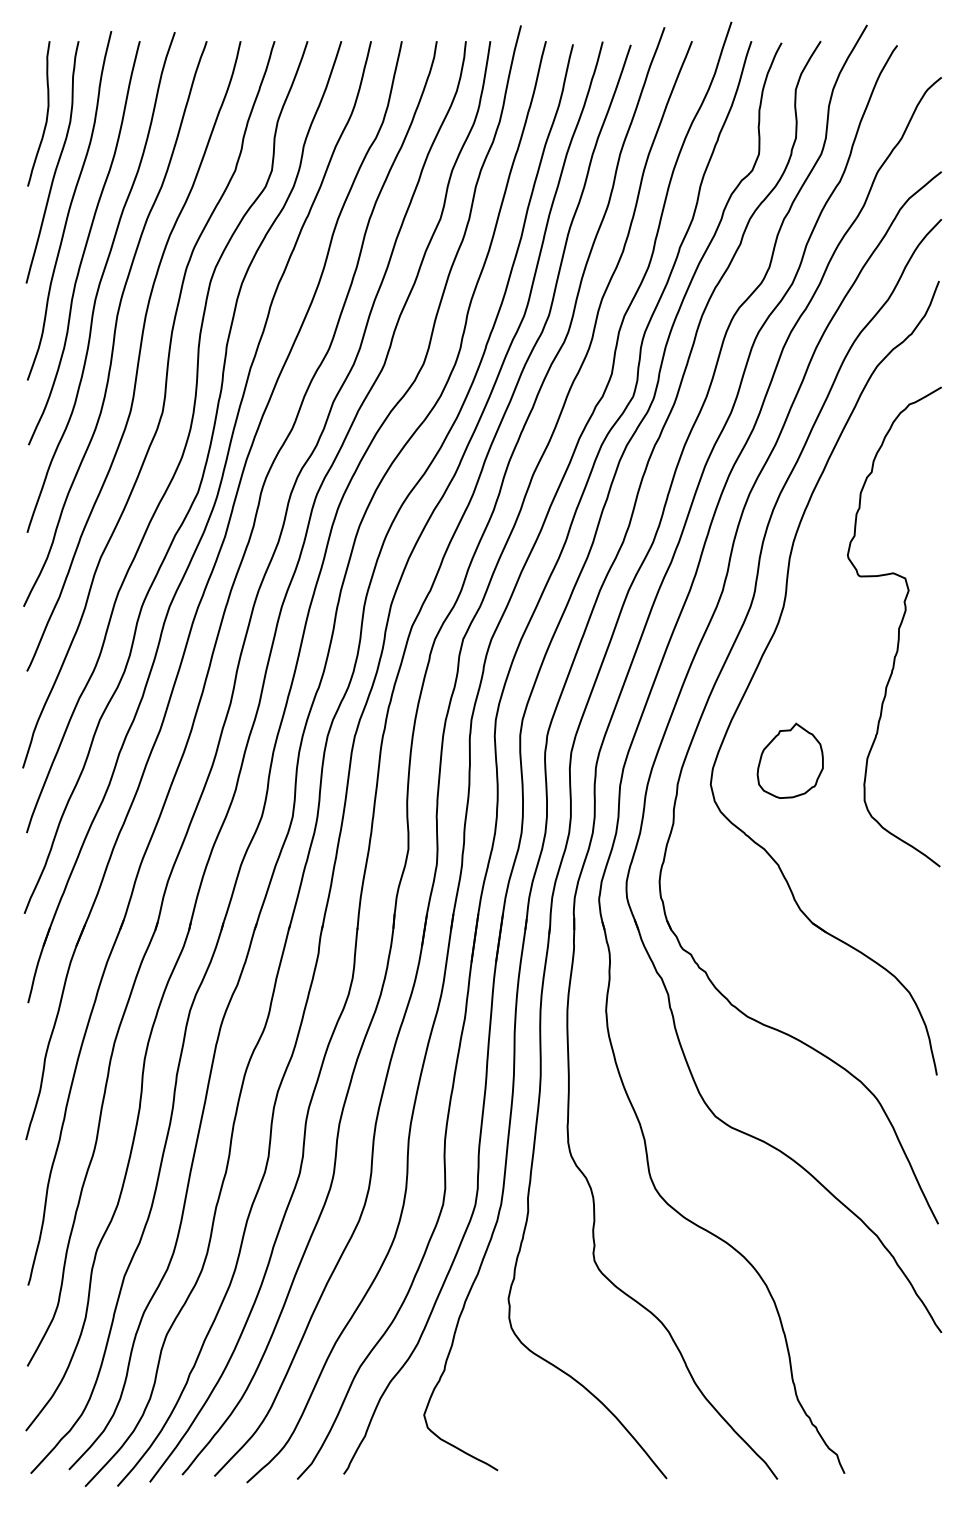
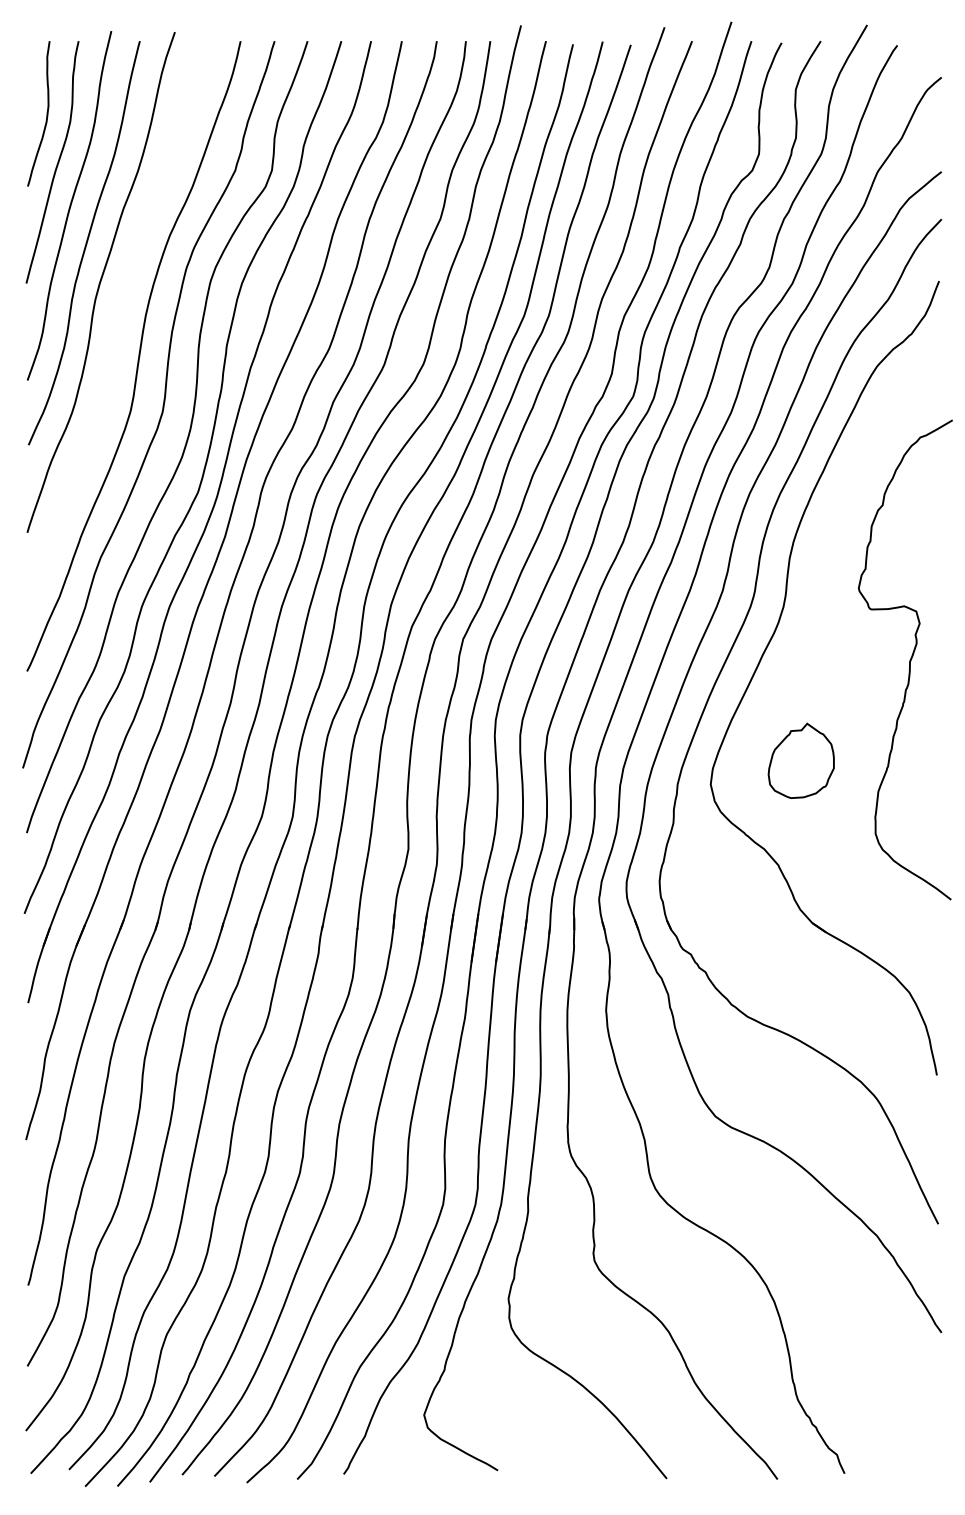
curve at (115, 323): present -> none
curve at (898, 627) position: (898, 627) -> (909, 660)
part at (789, 760) position: (789, 760) -> (800, 760)
